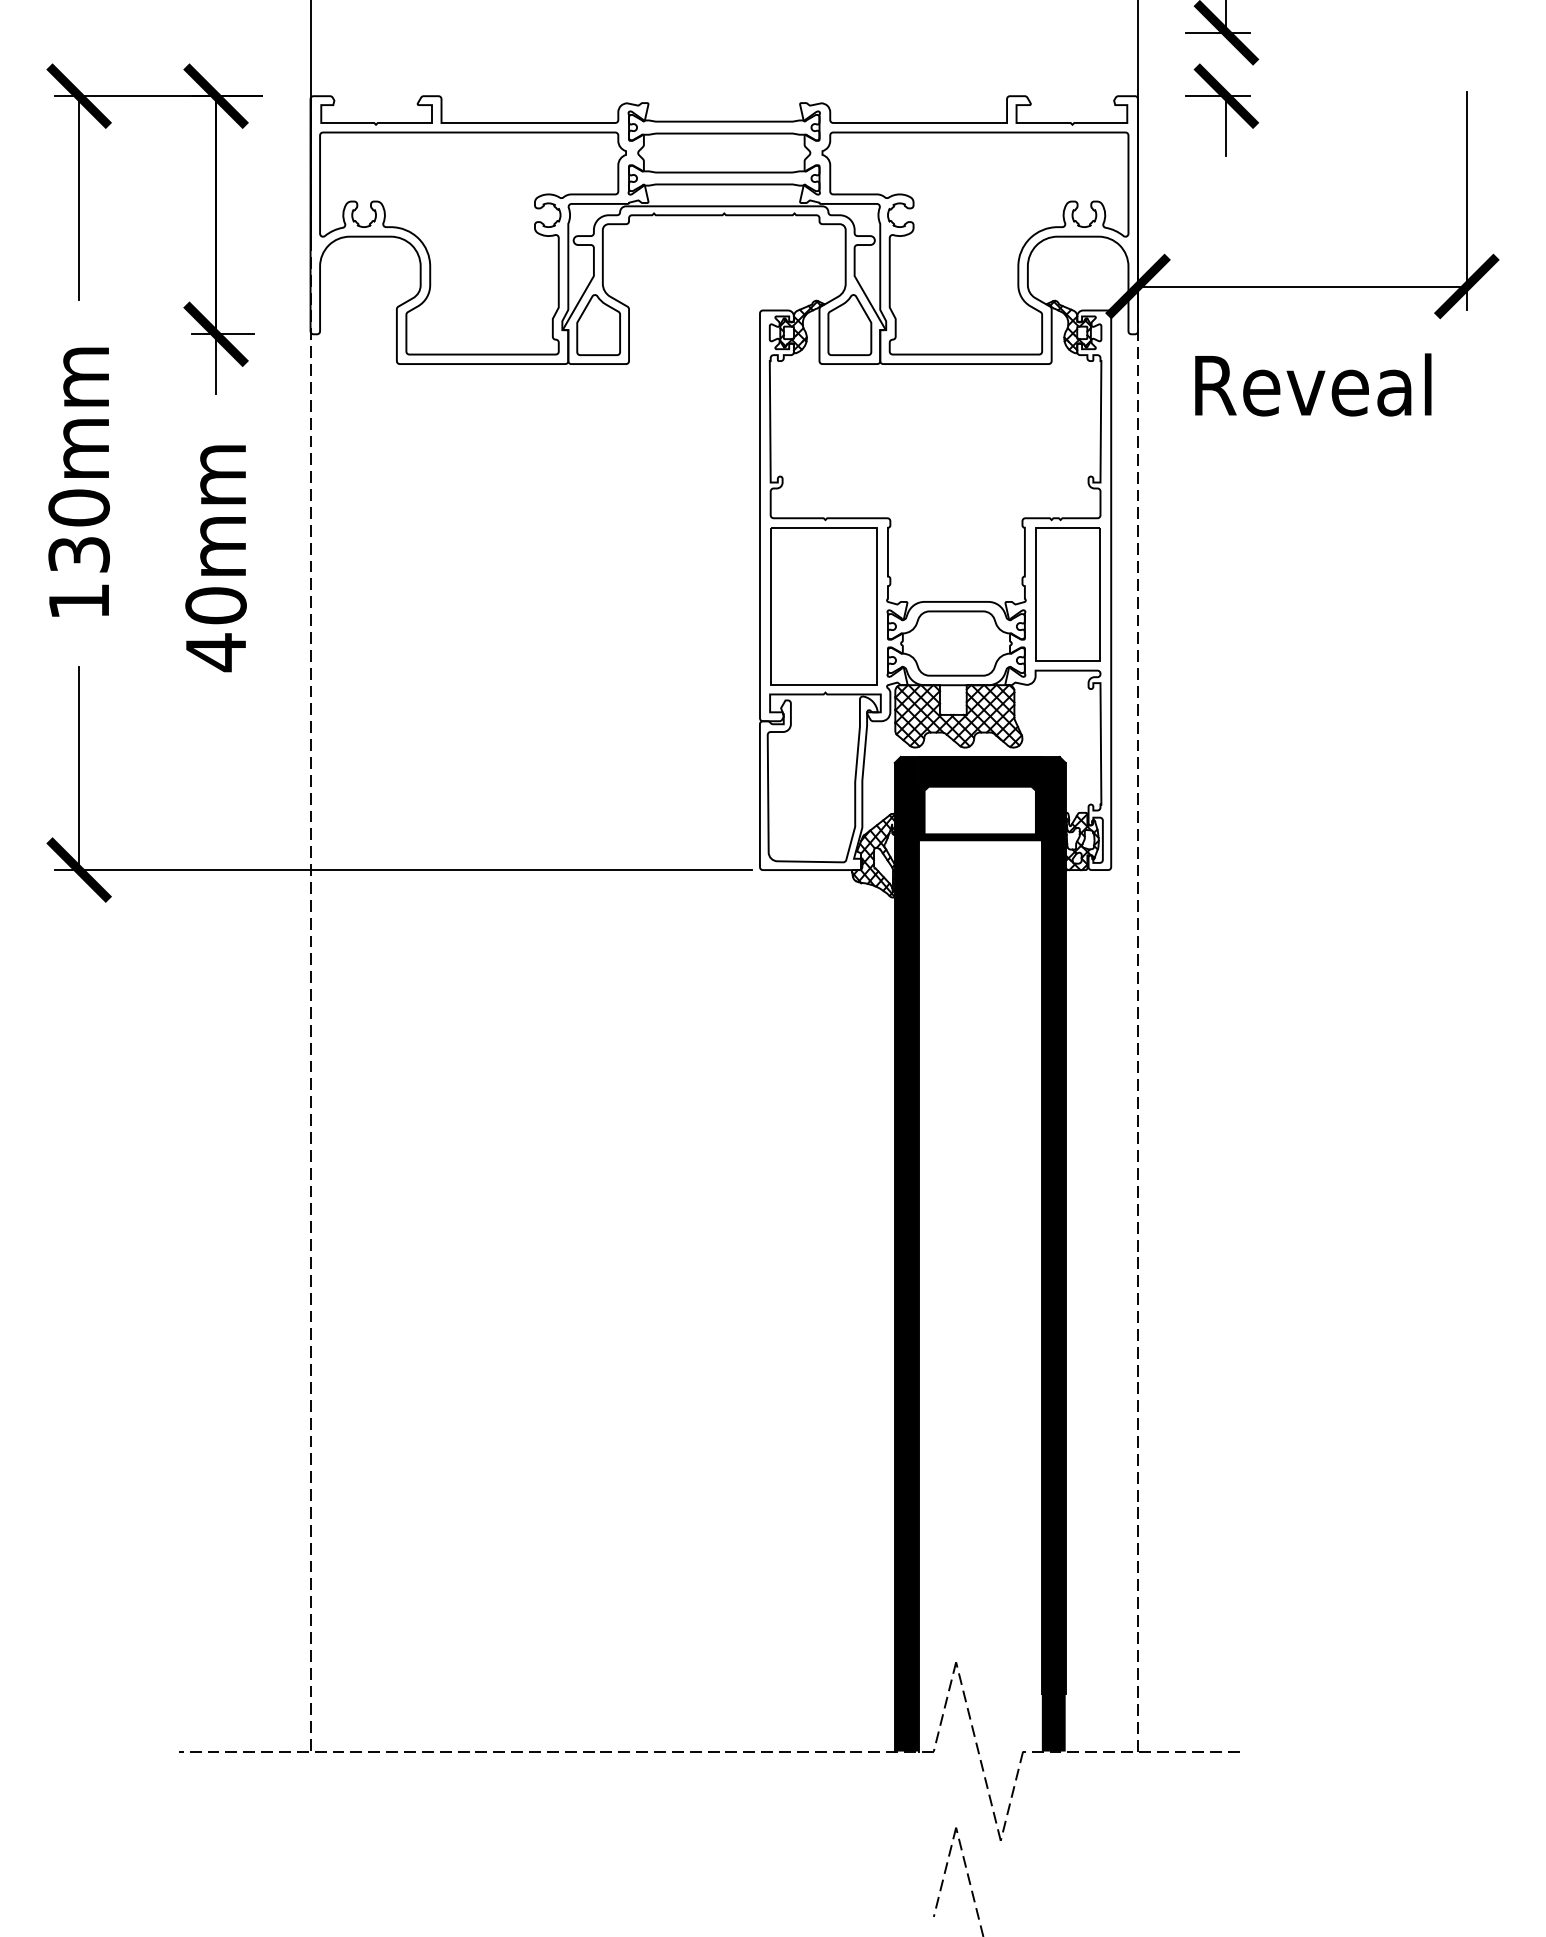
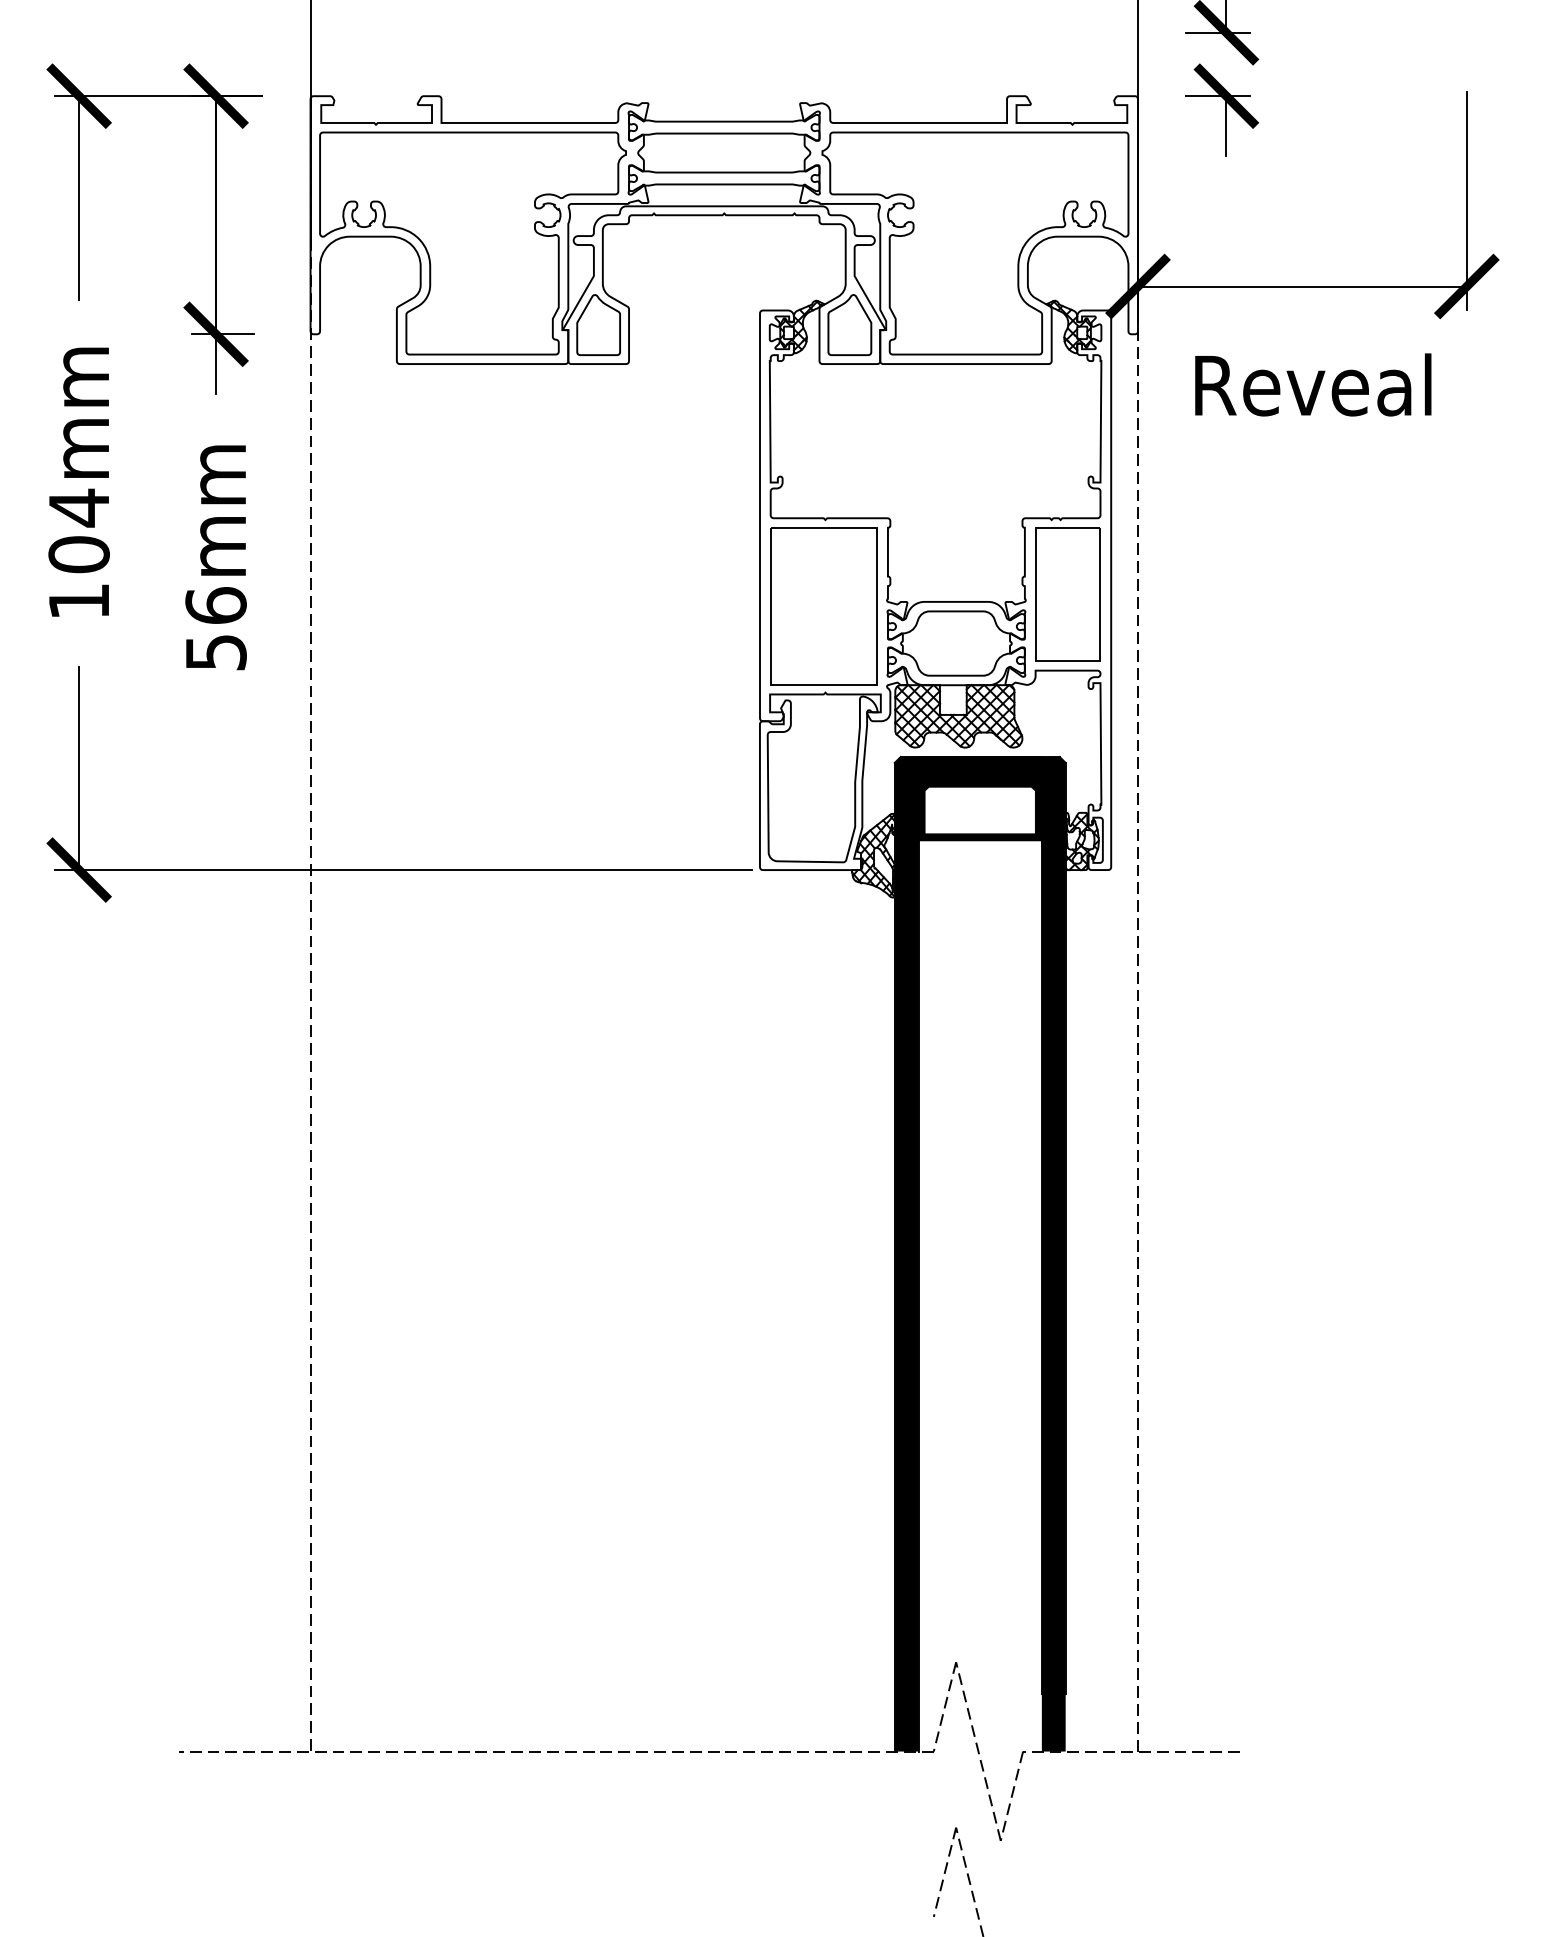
text at (78, 530): 130mm -> 104mm
text at (215, 629): 40mm -> 56mm
